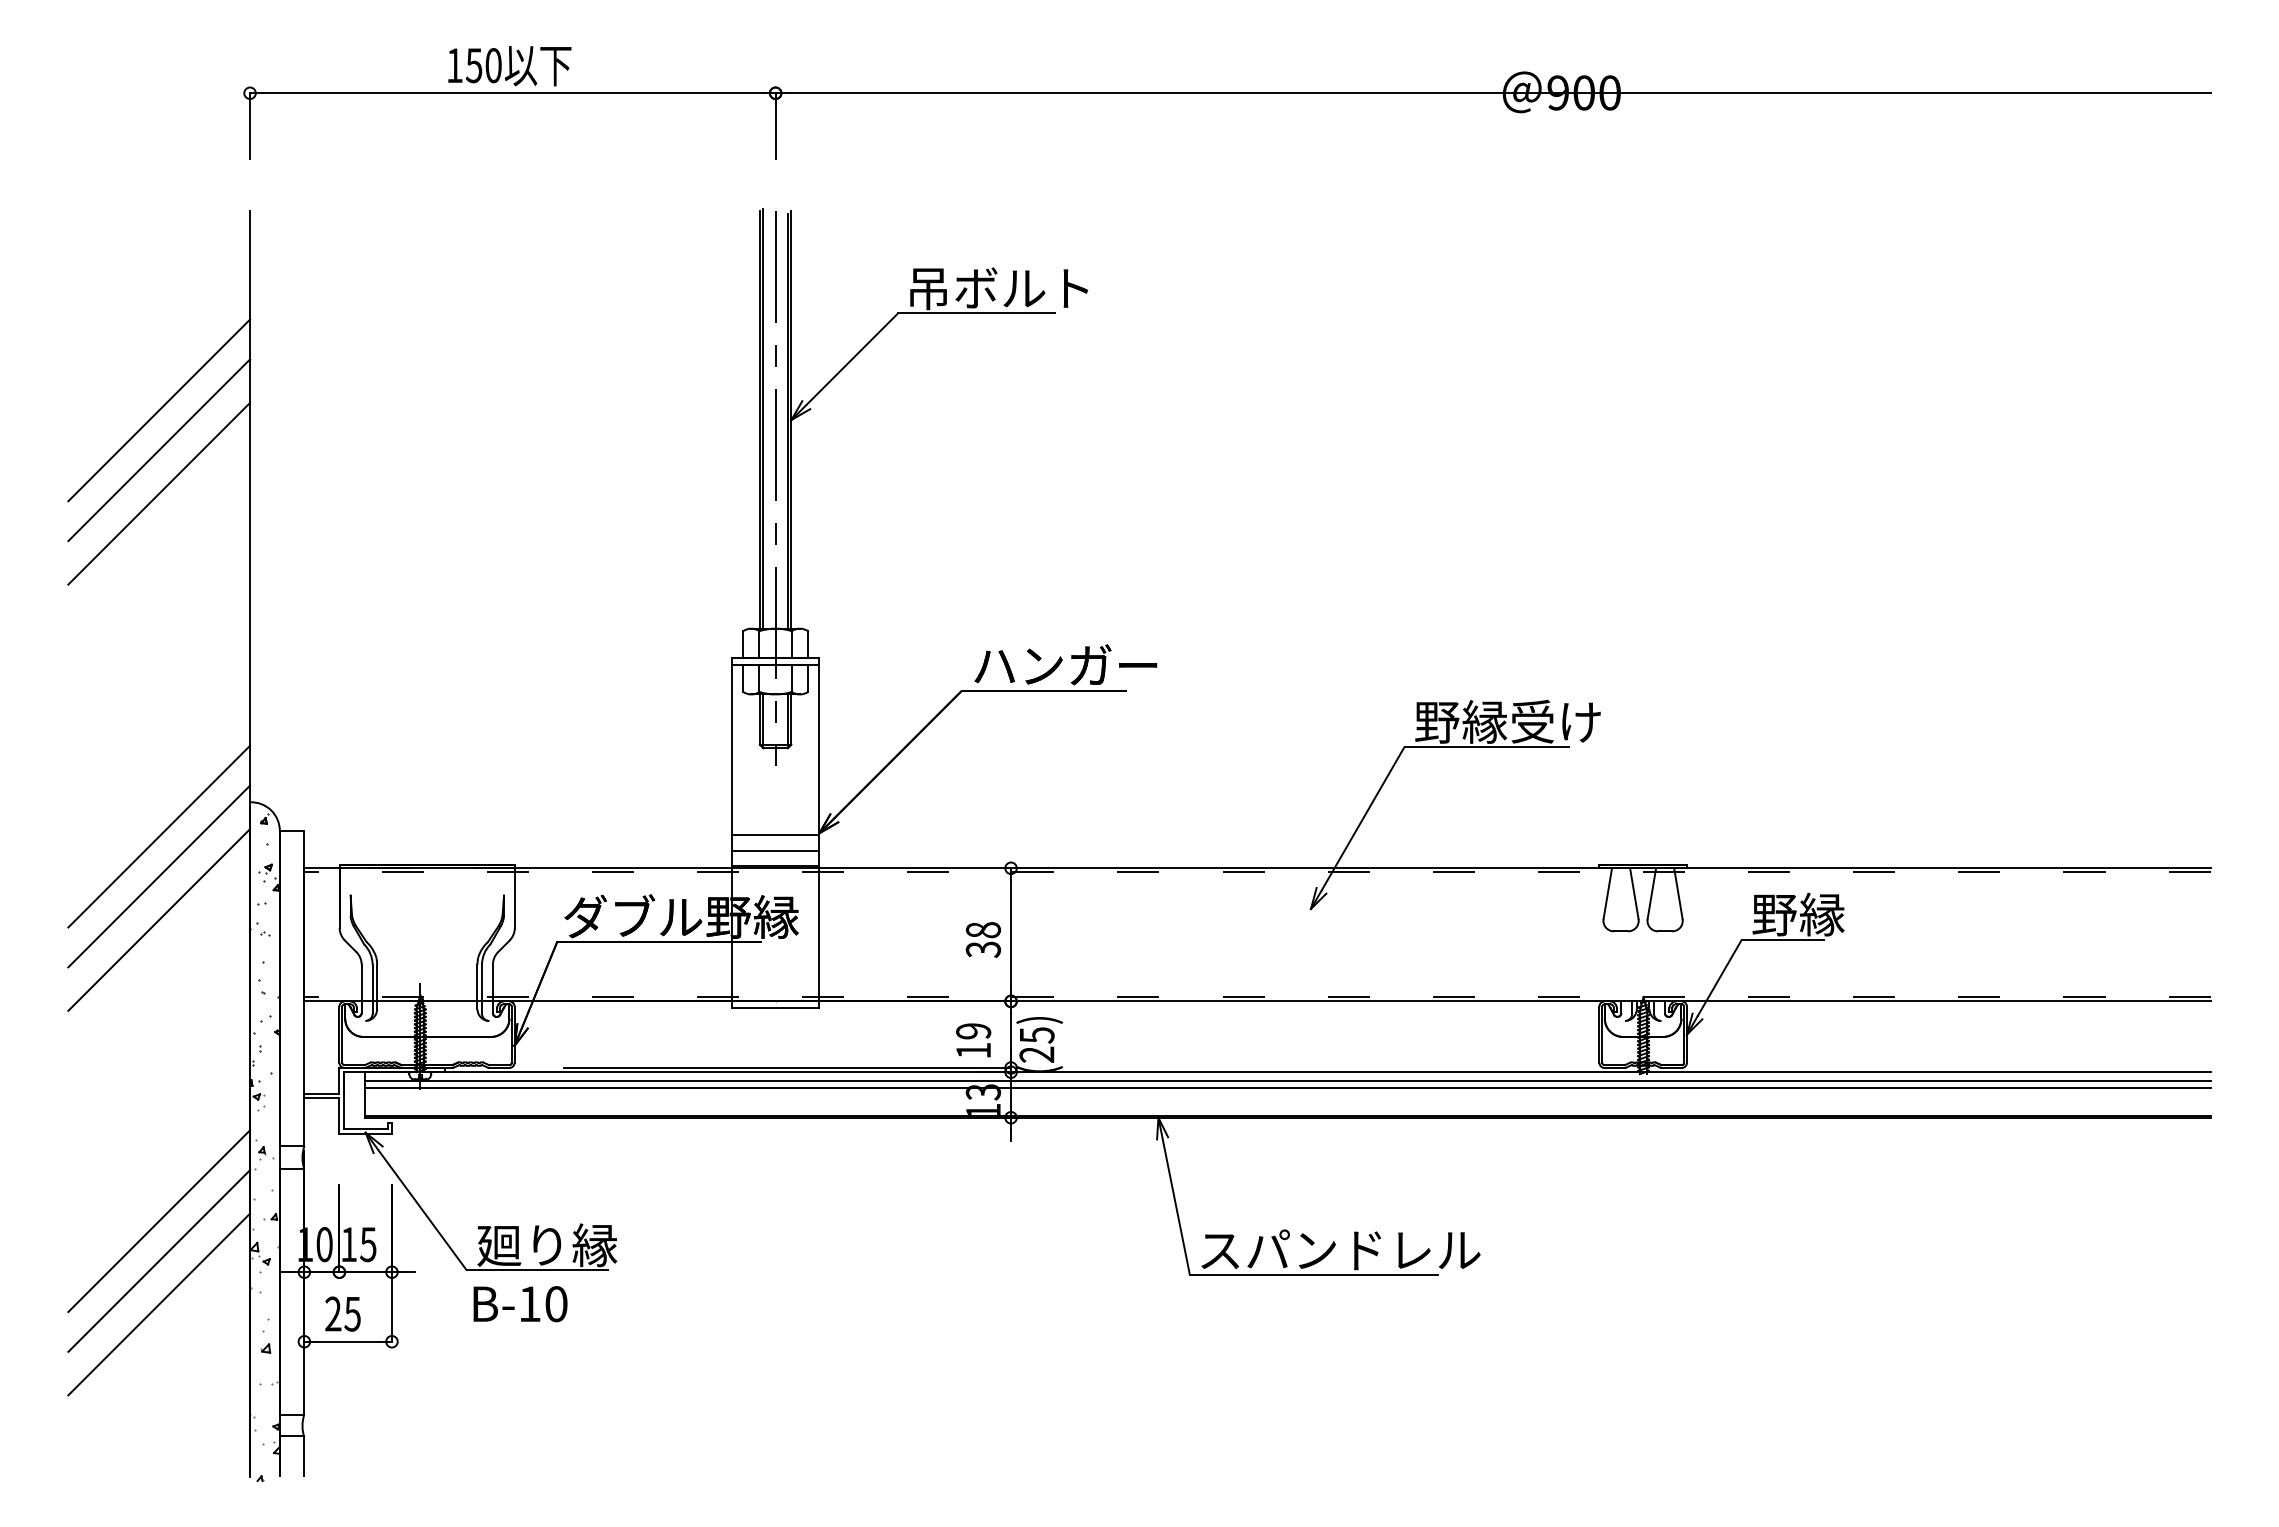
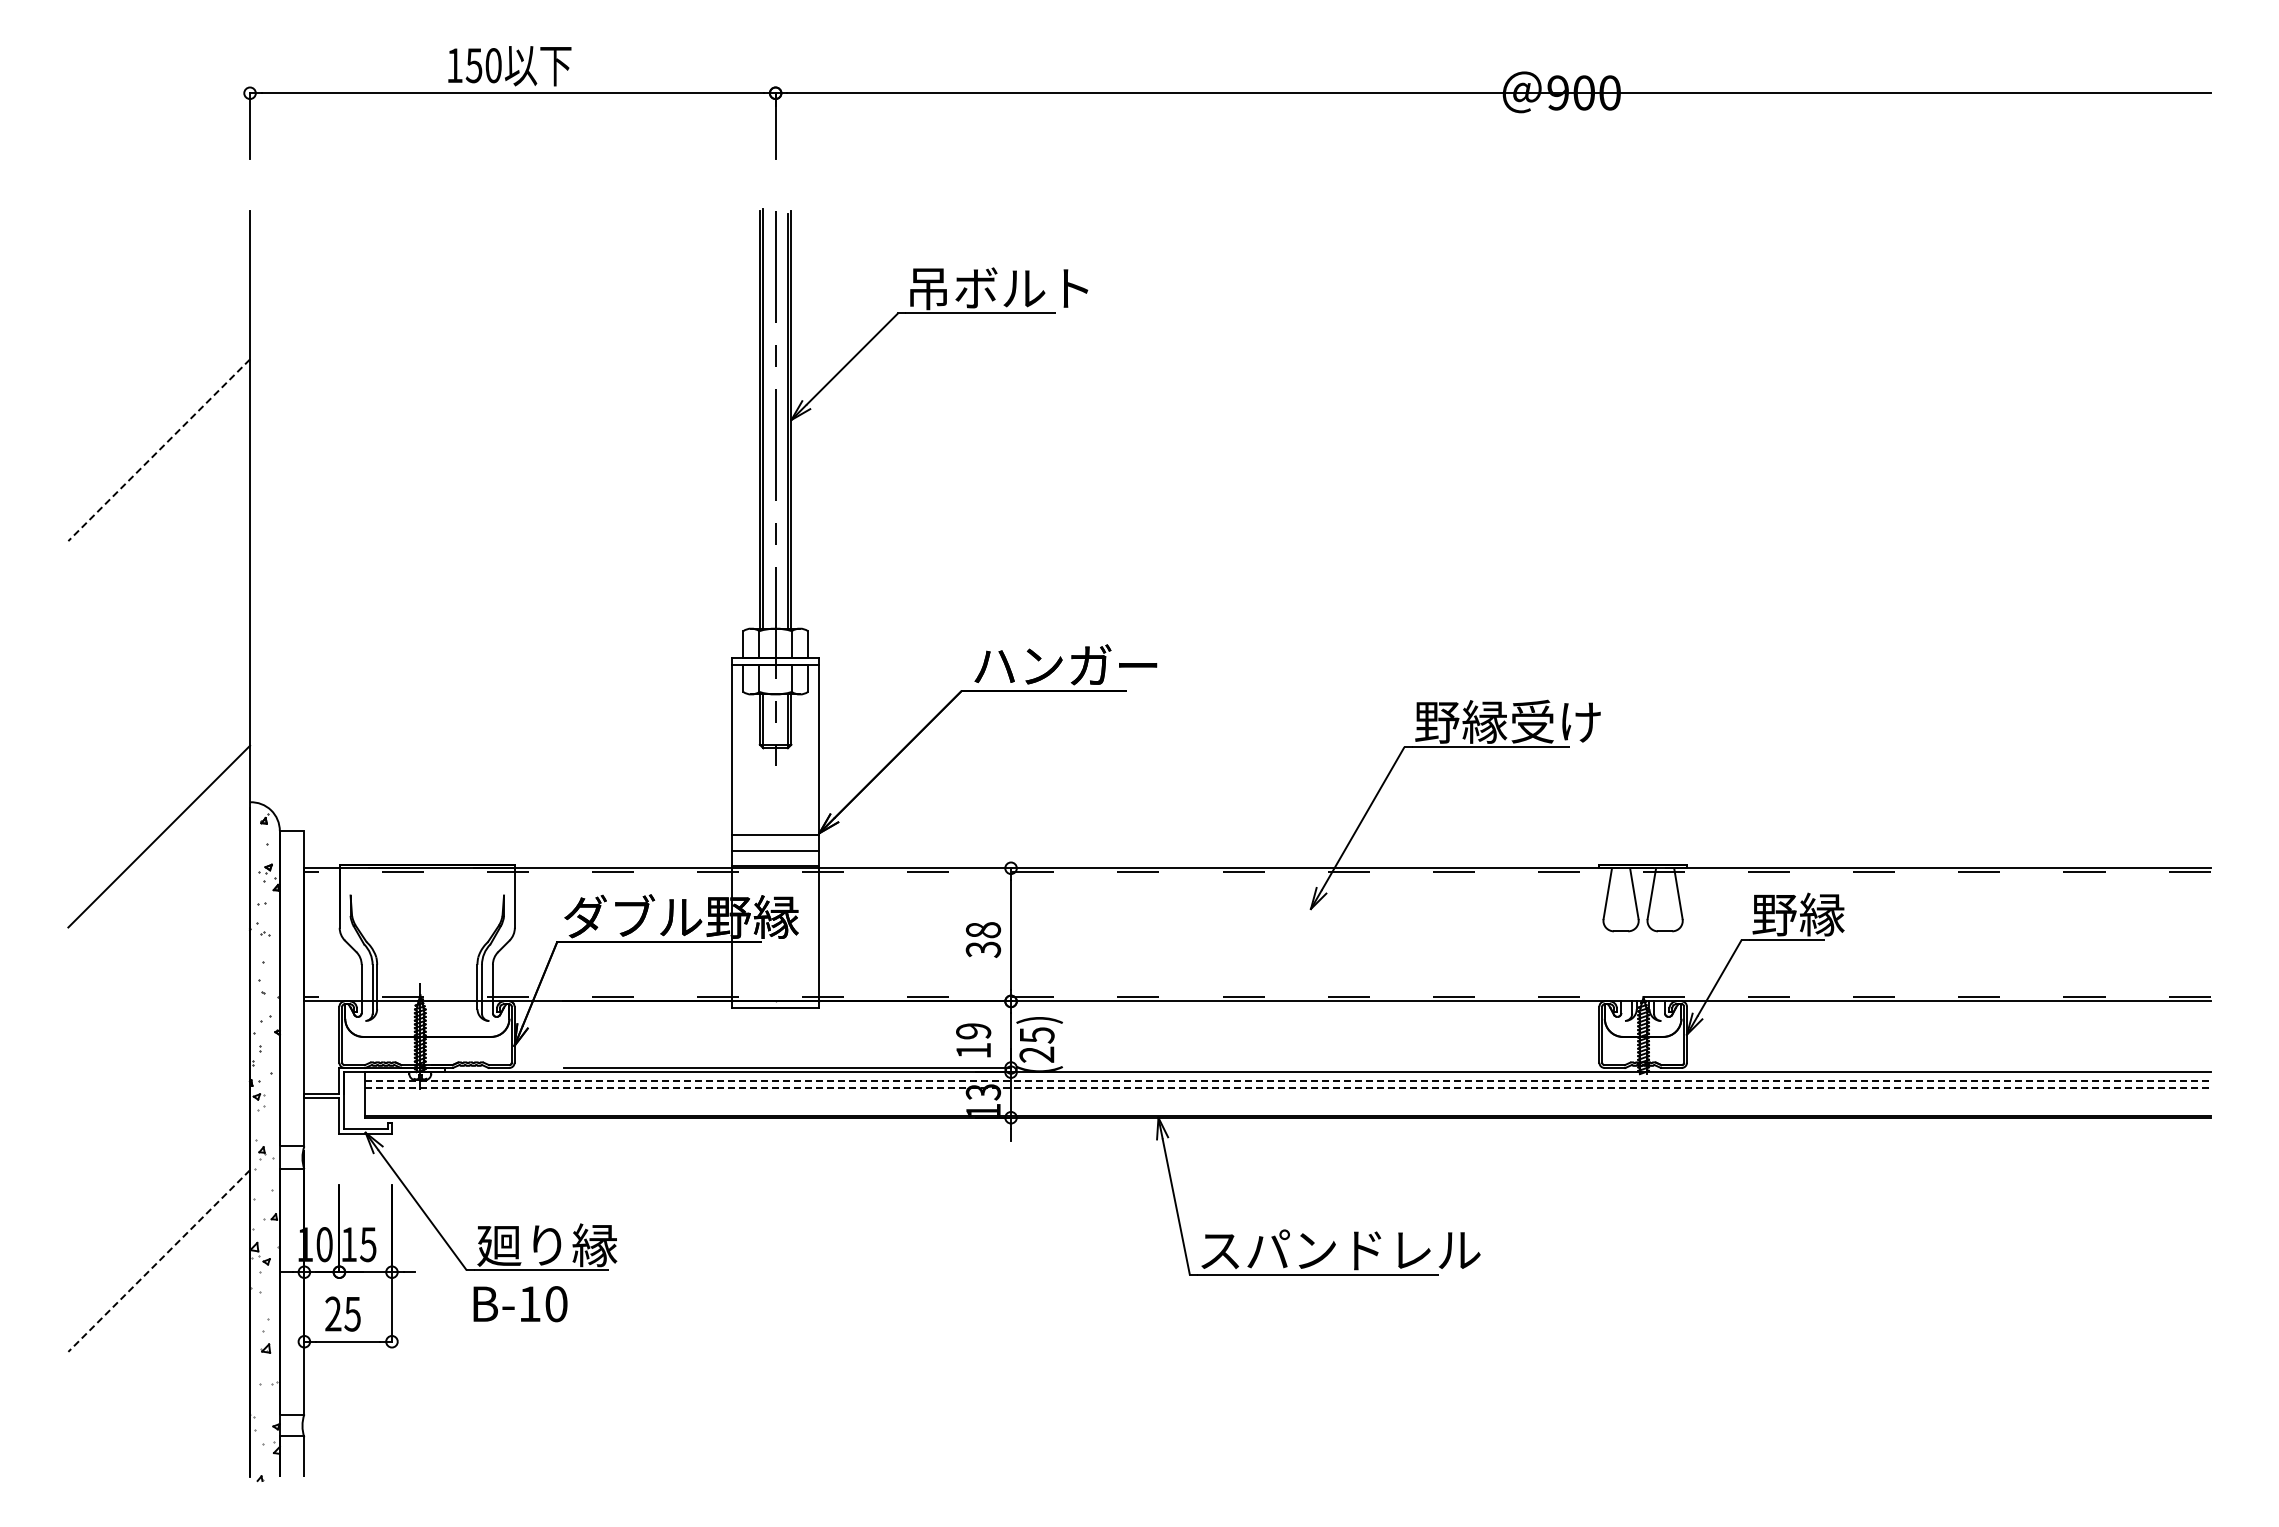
line at (159, 410): present -> none
line at (158, 450): solid -> dashed
line at (159, 493): present -> none
line at (159, 876): present -> none
line at (159, 919): present -> none
line at (1287, 1080): solid -> dashed
line at (1287, 1088): solid -> dashed
line at (159, 1220): present -> none
line at (158, 1261): solid -> dashed
line at (159, 1304): present -> none
